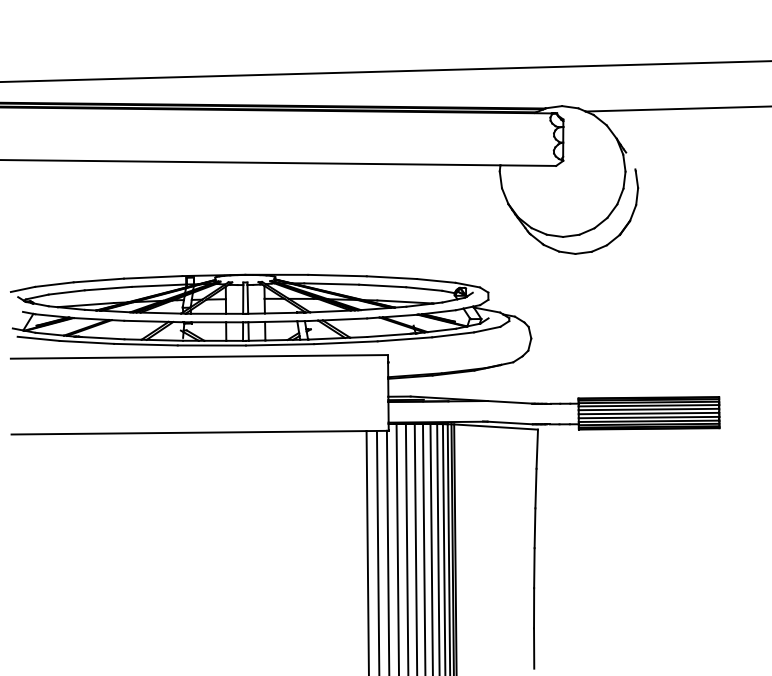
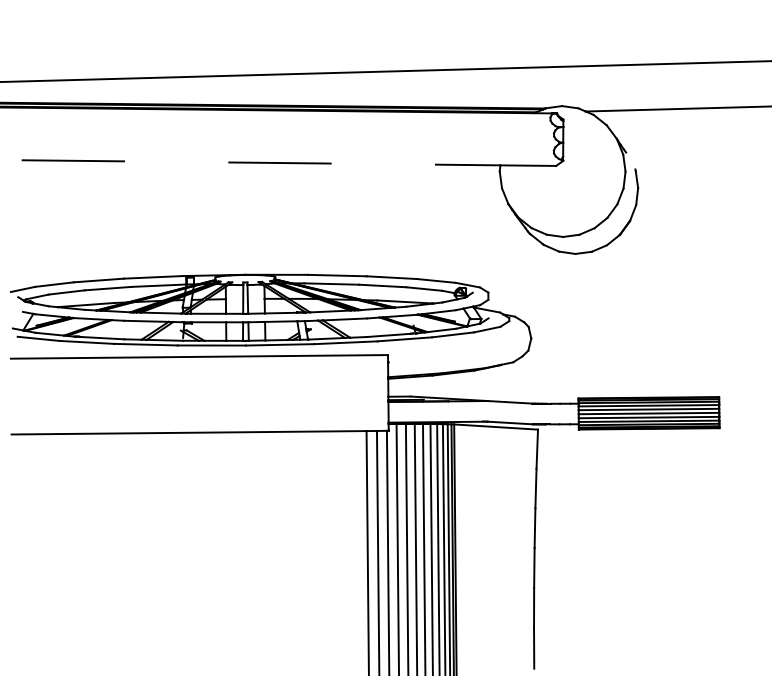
line at (250, 162): solid -> dashed
